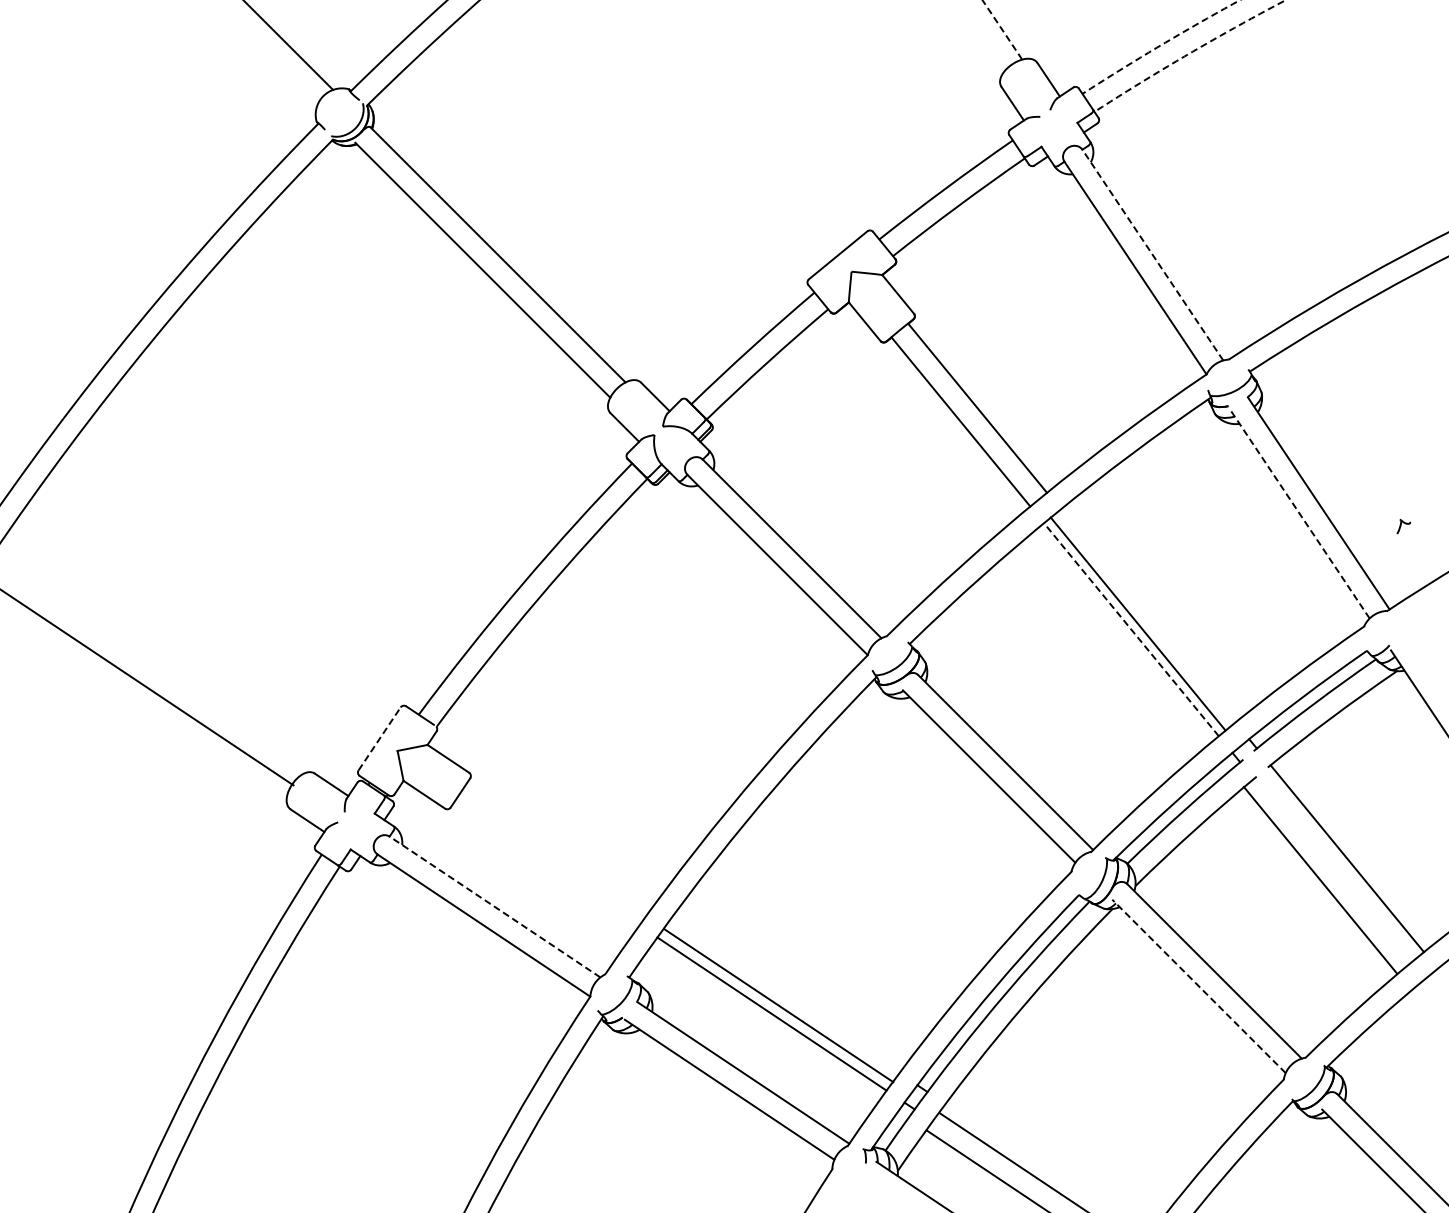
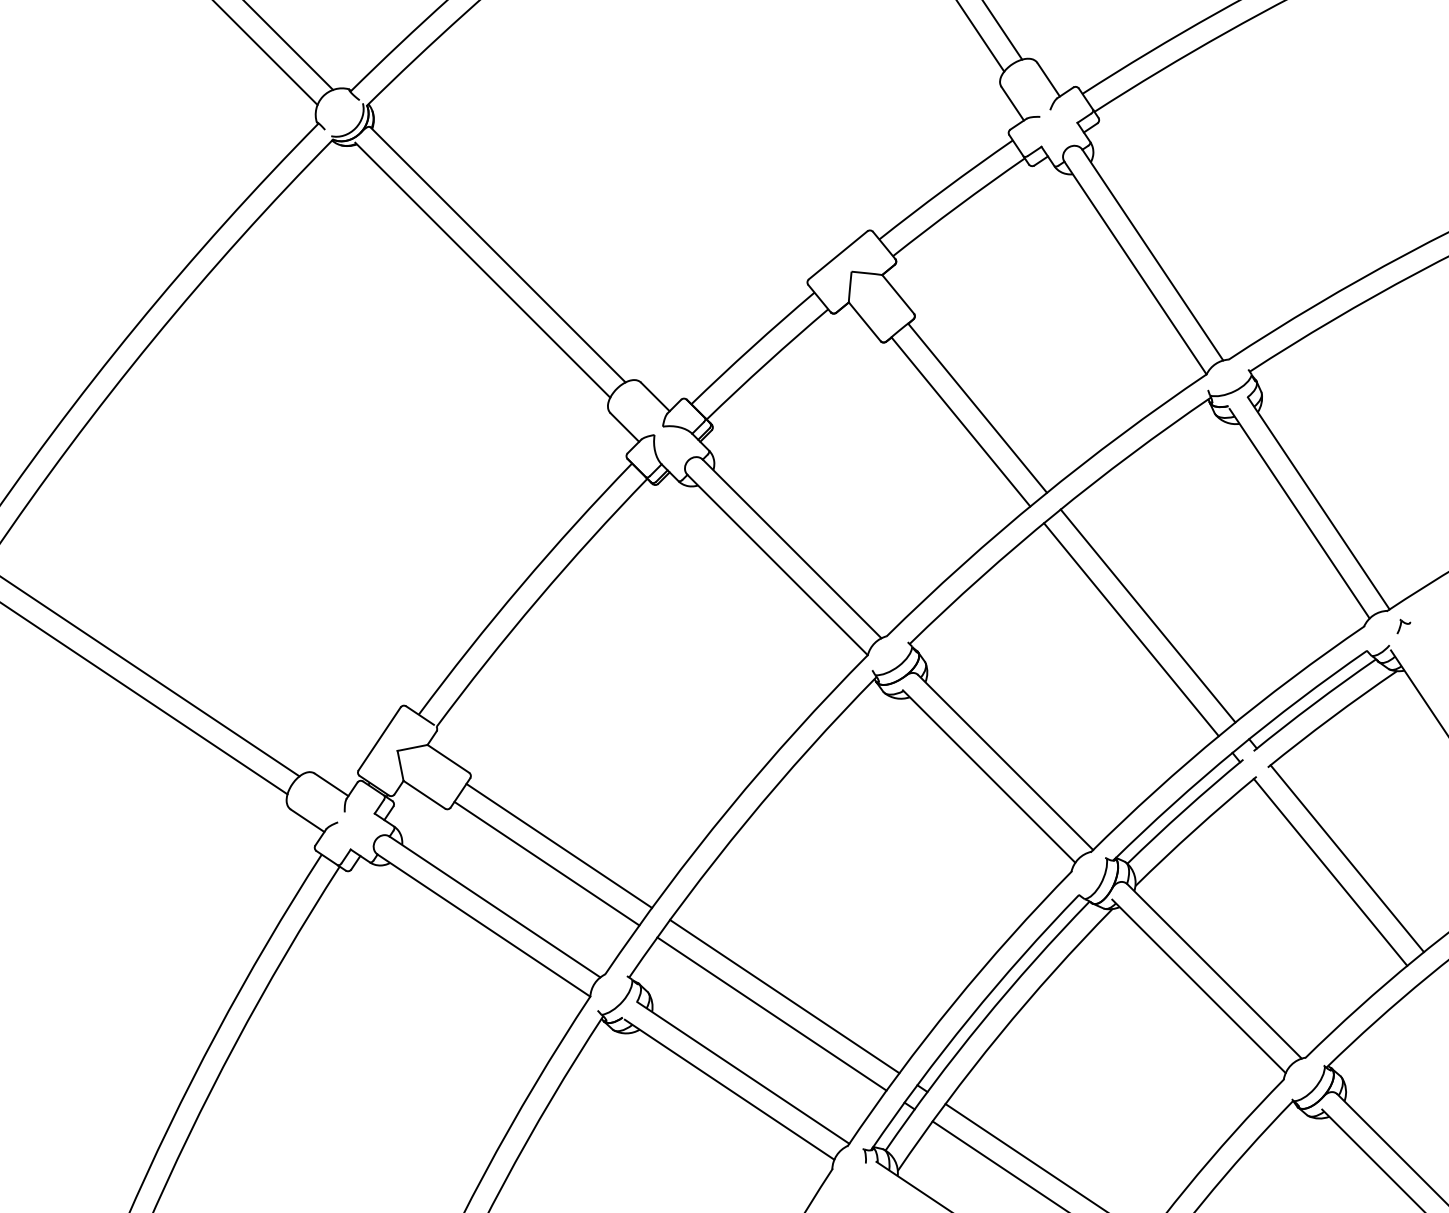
line at (1002, 29): dashed -> solid
line at (981, 36): none -> present
arc at (1160, 45): dashed -> solid
line at (265, 53): none -> present
arc at (1189, 53): dashed -> solid
line at (1152, 255): dashed -> solid
line at (1299, 513): dashed -> solid
part at (1403, 526) position: (1403, 526) -> (1403, 626)
line at (1137, 623) position: (1137, 623) -> (1147, 615)
line at (1131, 629): dashed -> solid
line at (150, 676): none -> present
line at (147, 687) position: (147, 687) -> (144, 699)
line at (379, 738): dashed -> solid
line at (559, 845): none -> present
line at (546, 863): none -> present
line at (1320, 879) position: (1320, 879) -> (1330, 871)
line at (495, 907): dashed -> solid
line at (1199, 986): dashed -> solid
line at (778, 1005) position: (778, 1005) -> (784, 996)
line at (1011, 1161) position: (1011, 1161) -> (1024, 1156)
line at (985, 1169) position: (985, 1169) -> (998, 1165)
